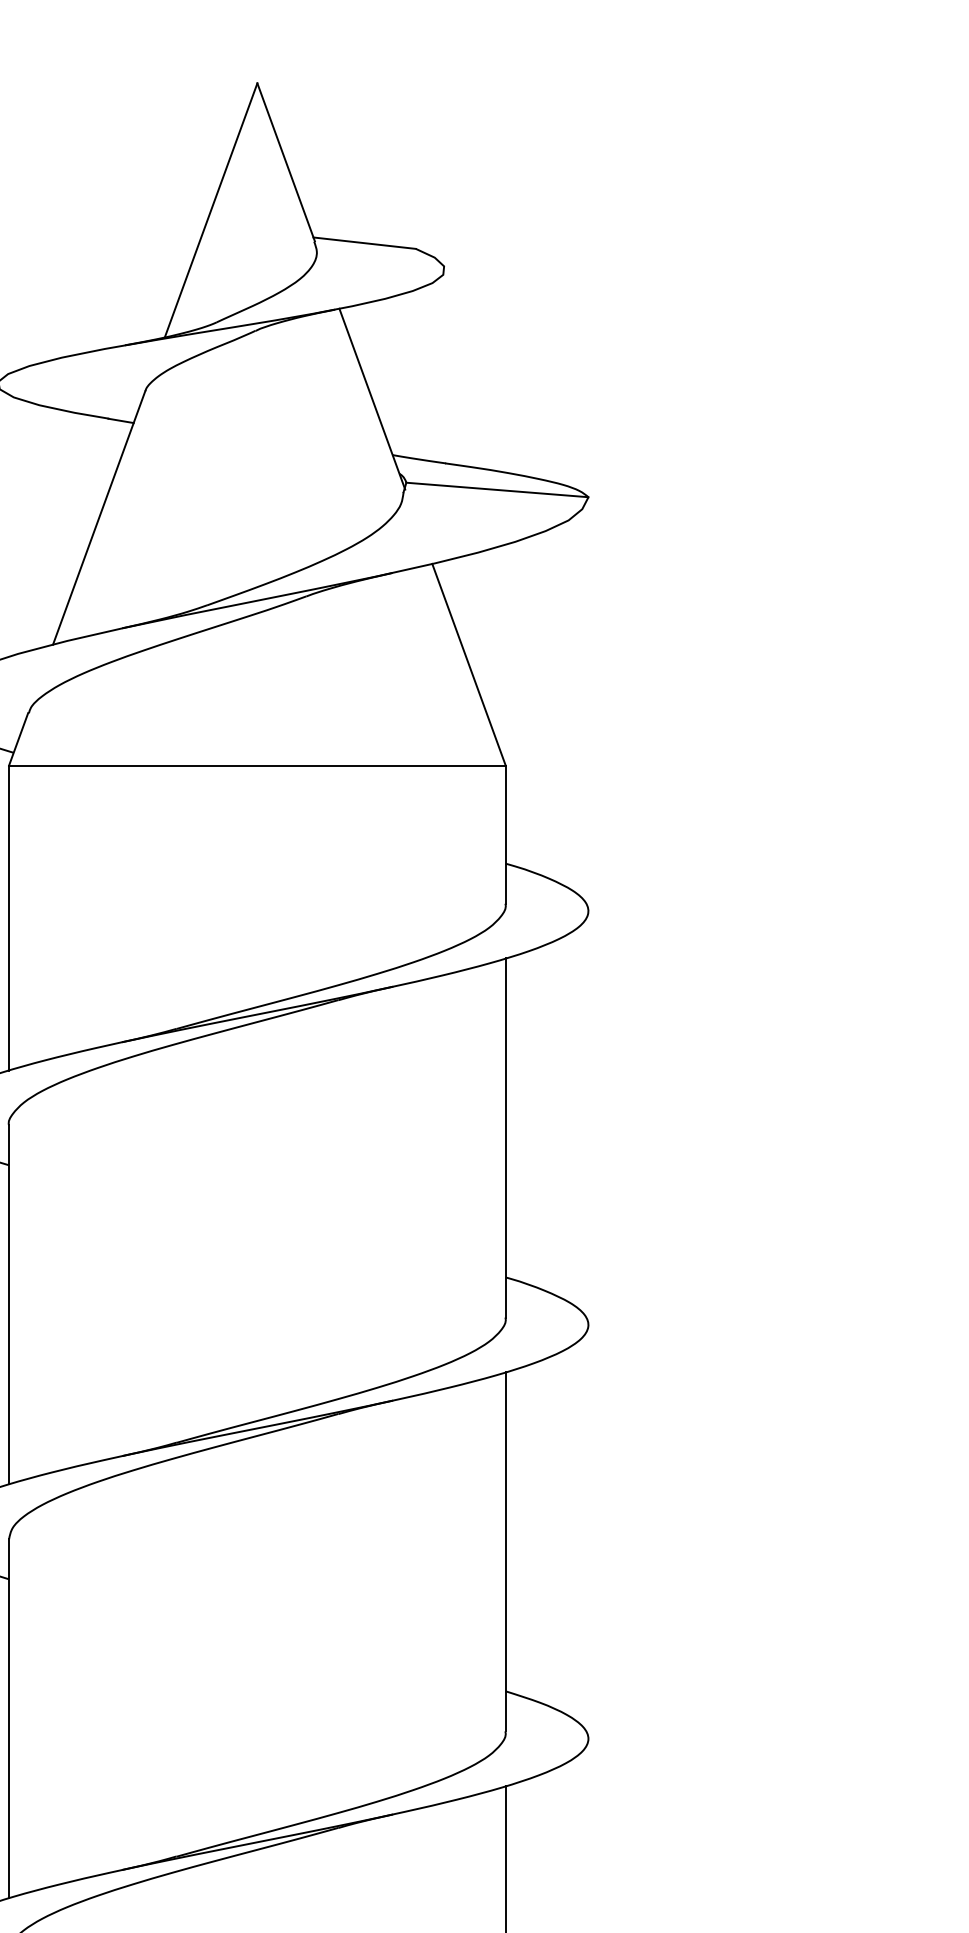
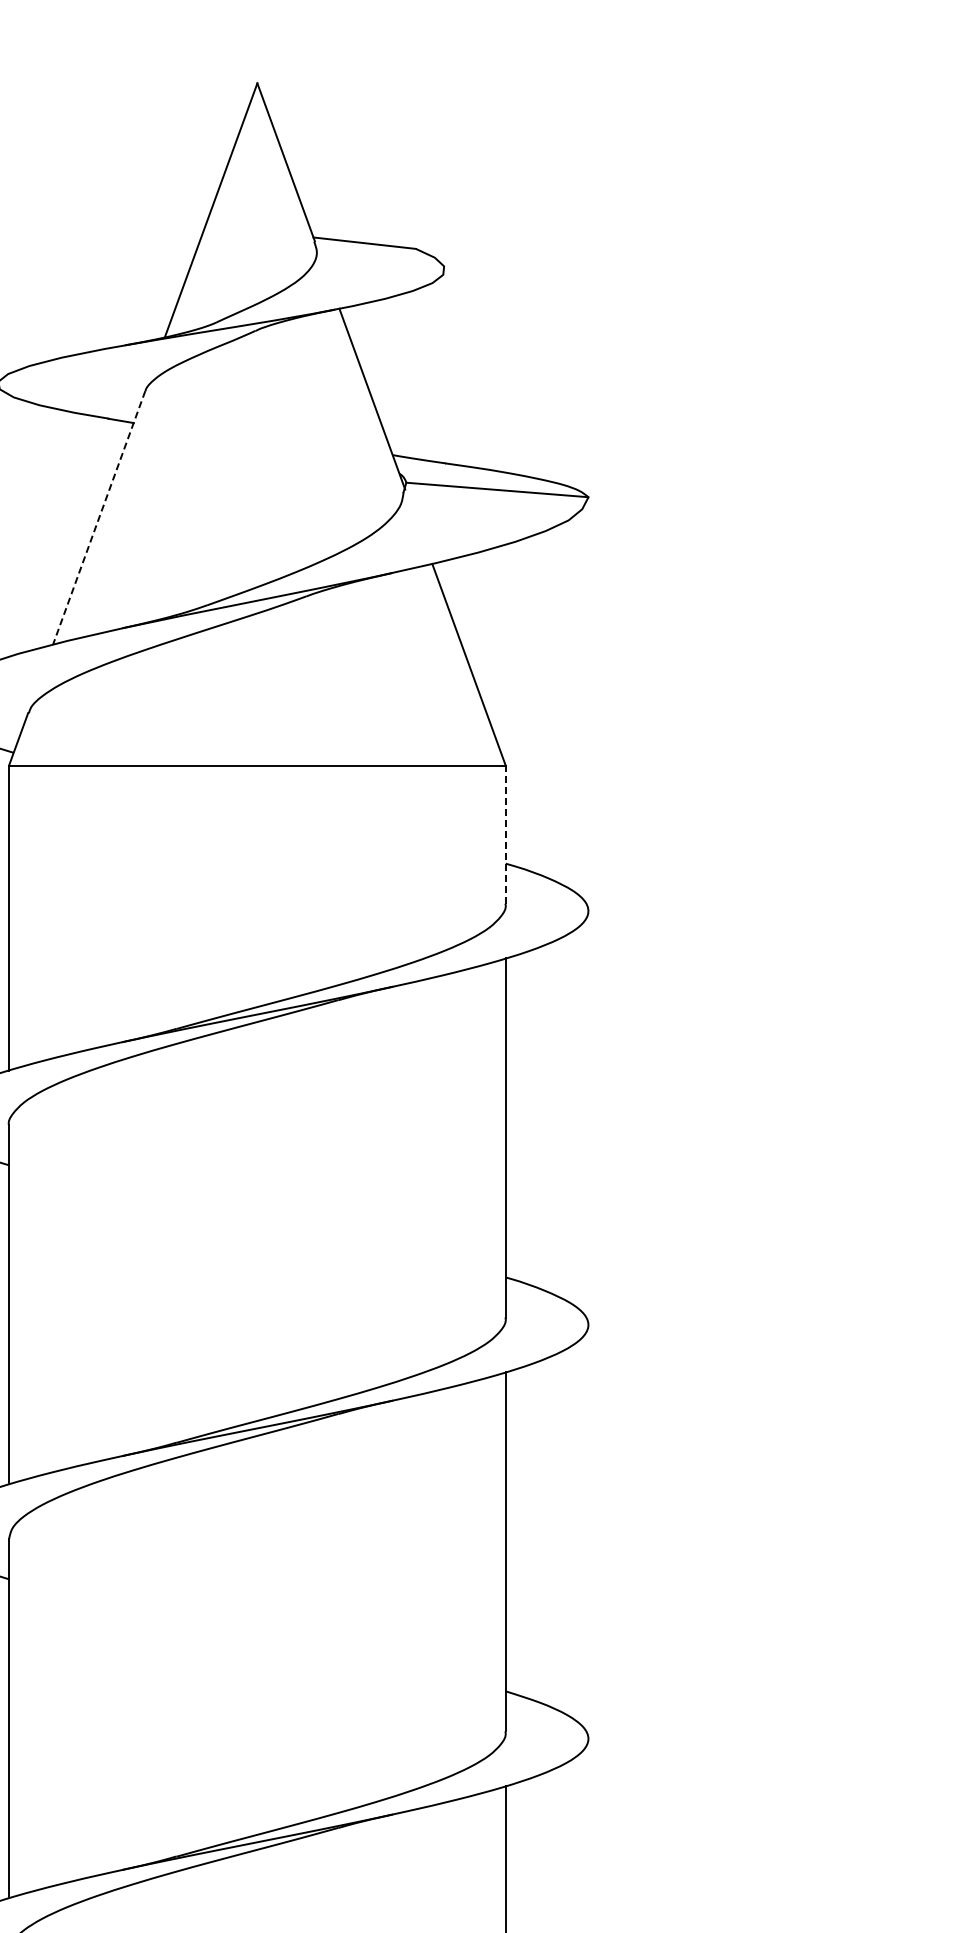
line at (99, 517): solid -> dashed
line at (505, 834): solid -> dashed
